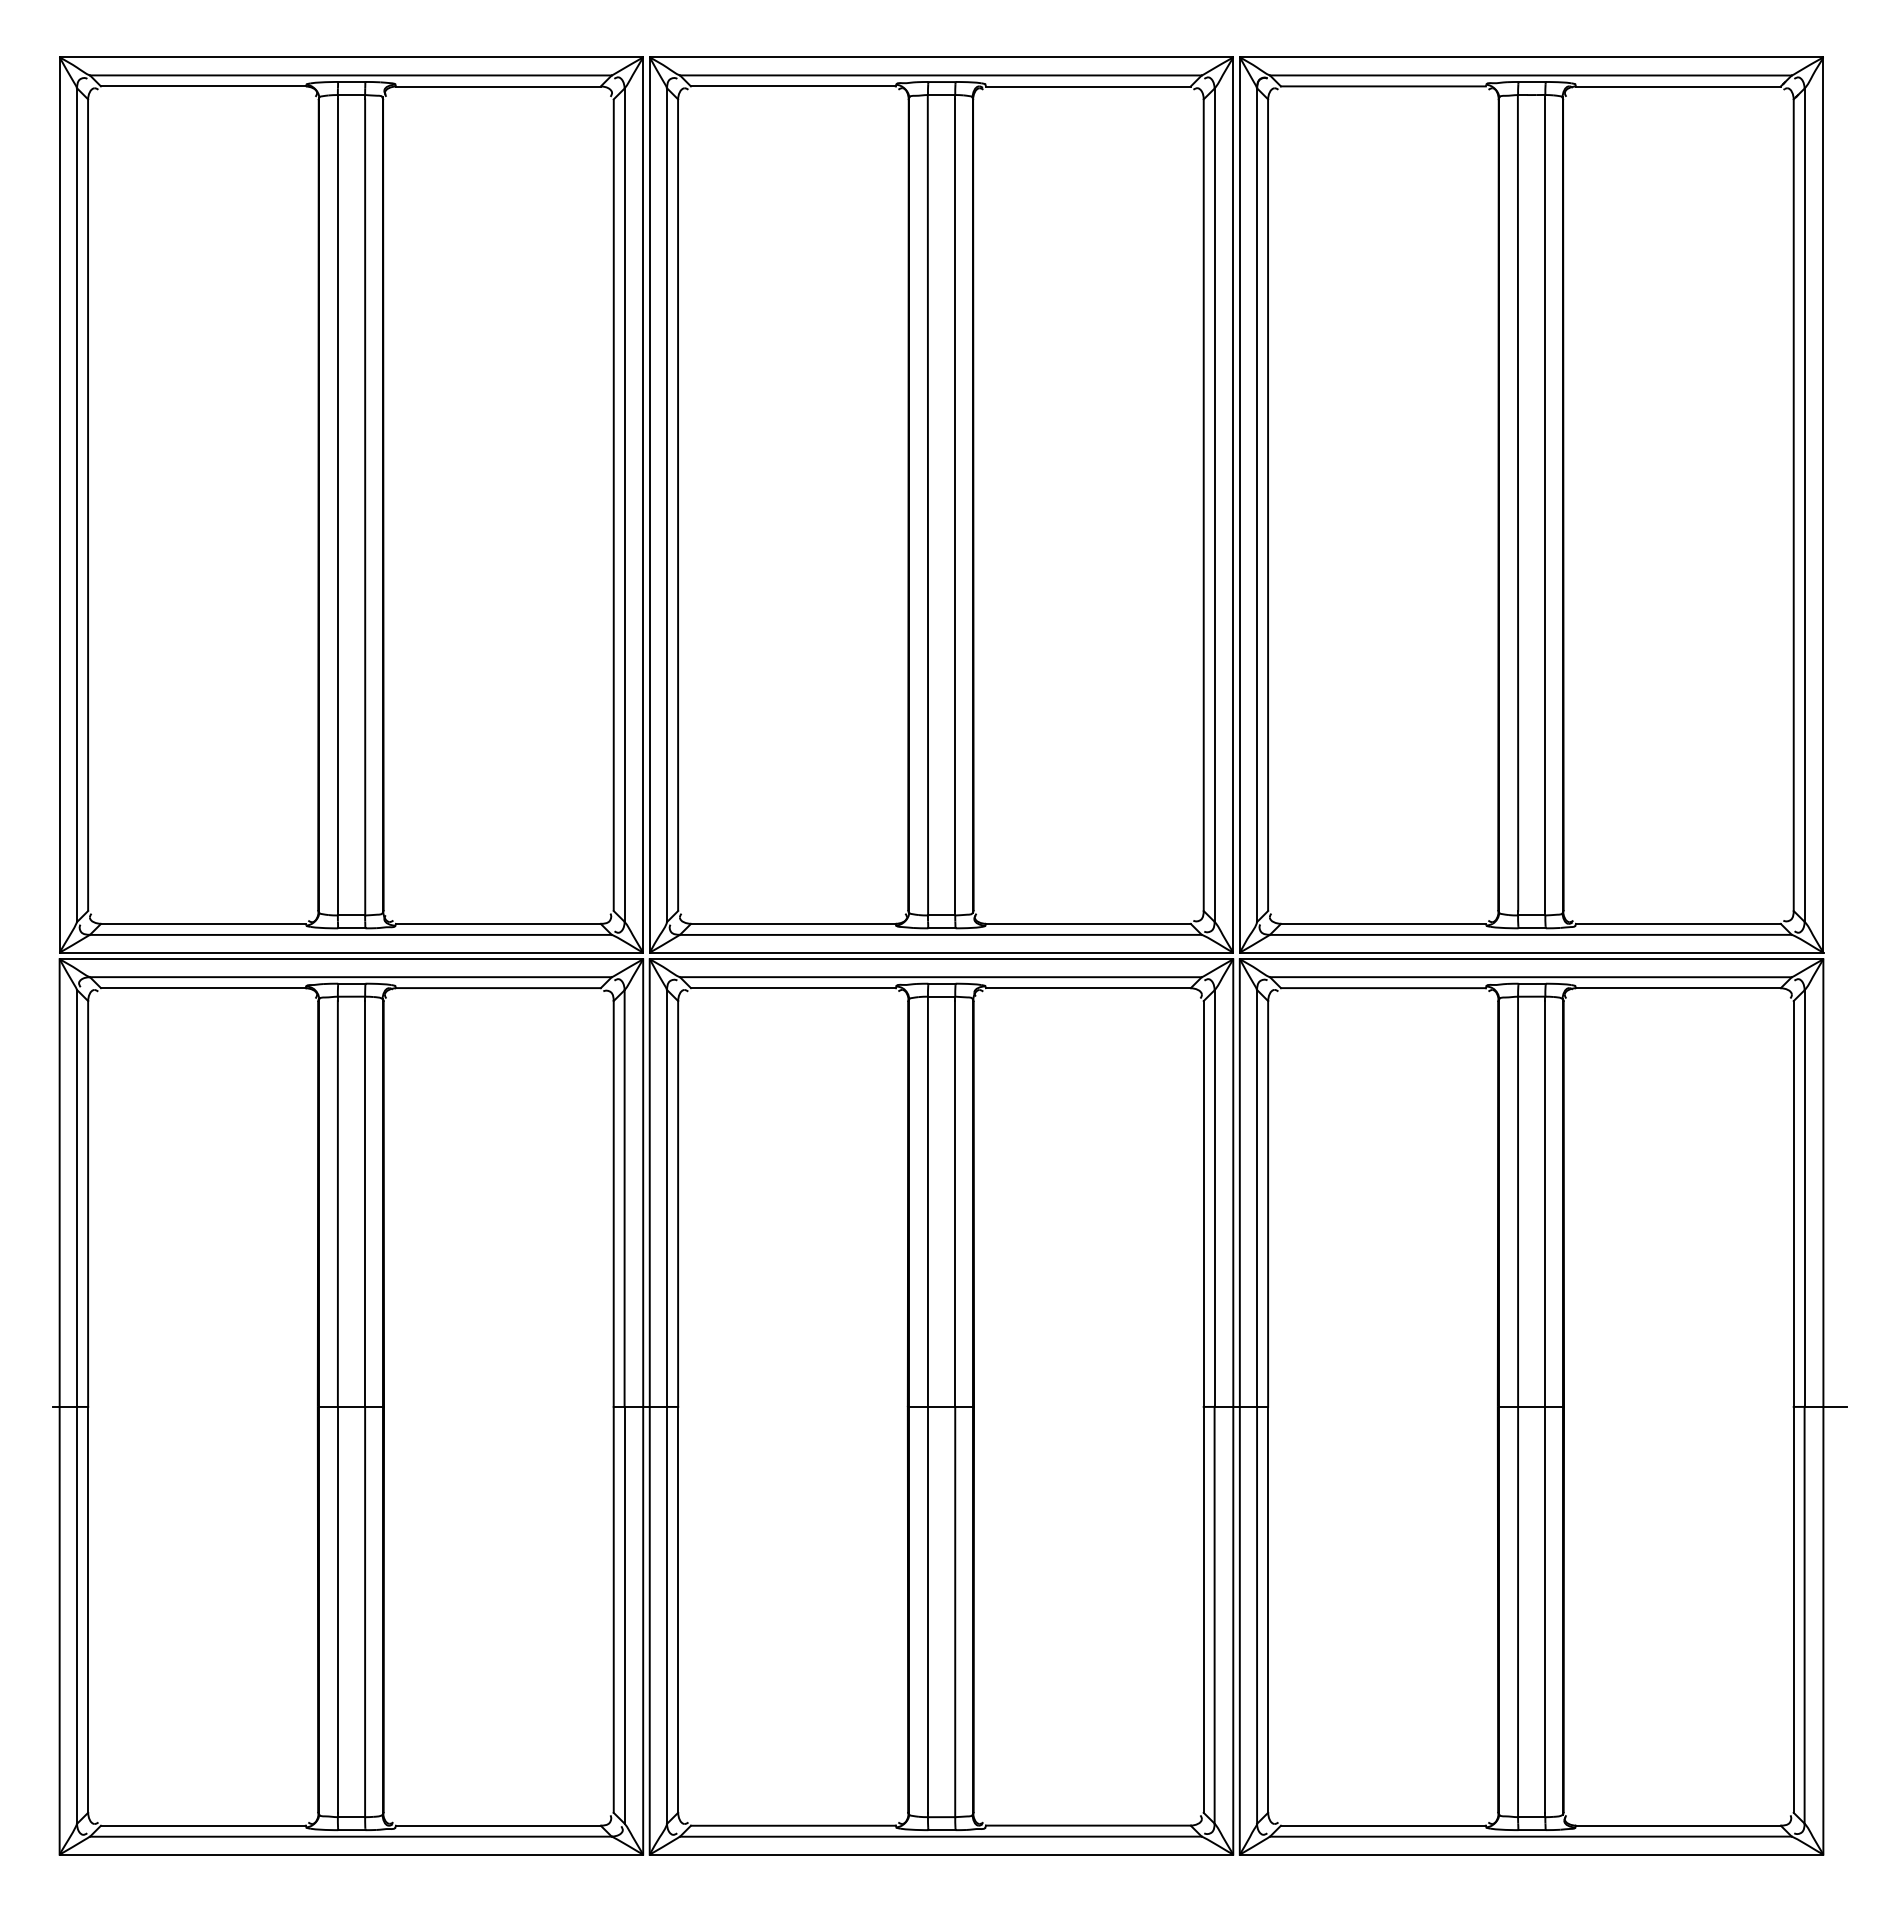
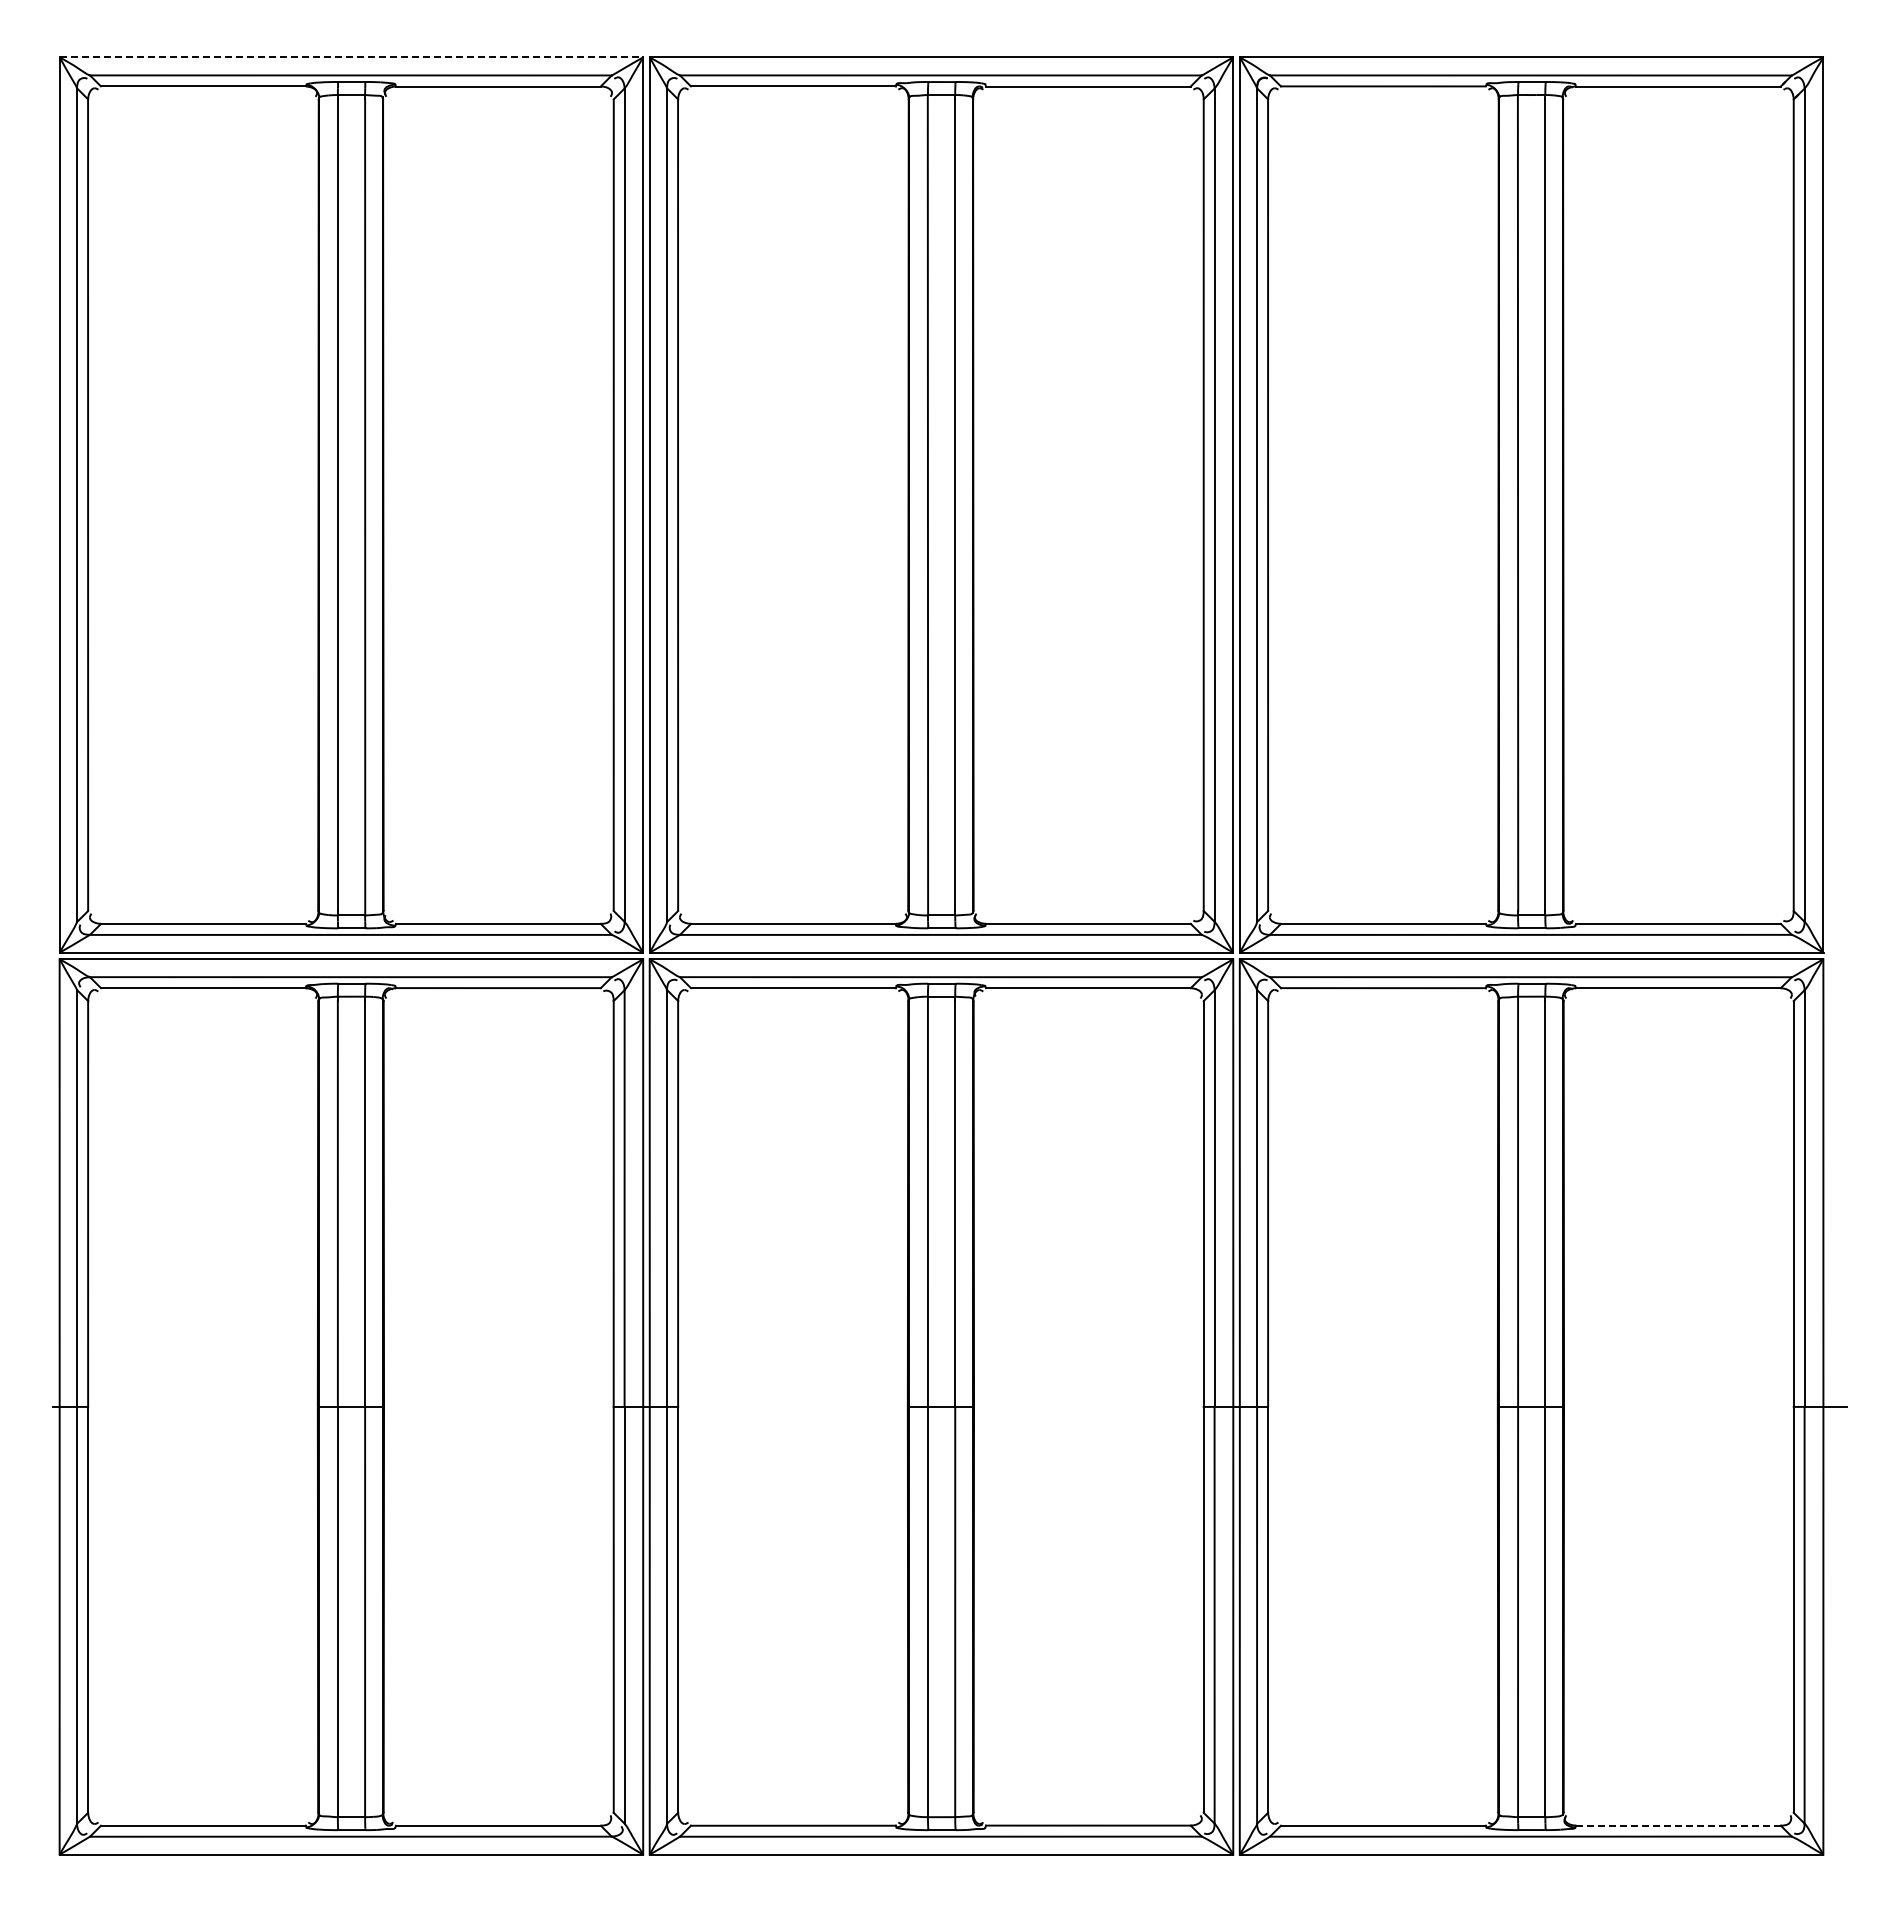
line at (351, 57): solid -> dashed
line at (1677, 1825): solid -> dashed
